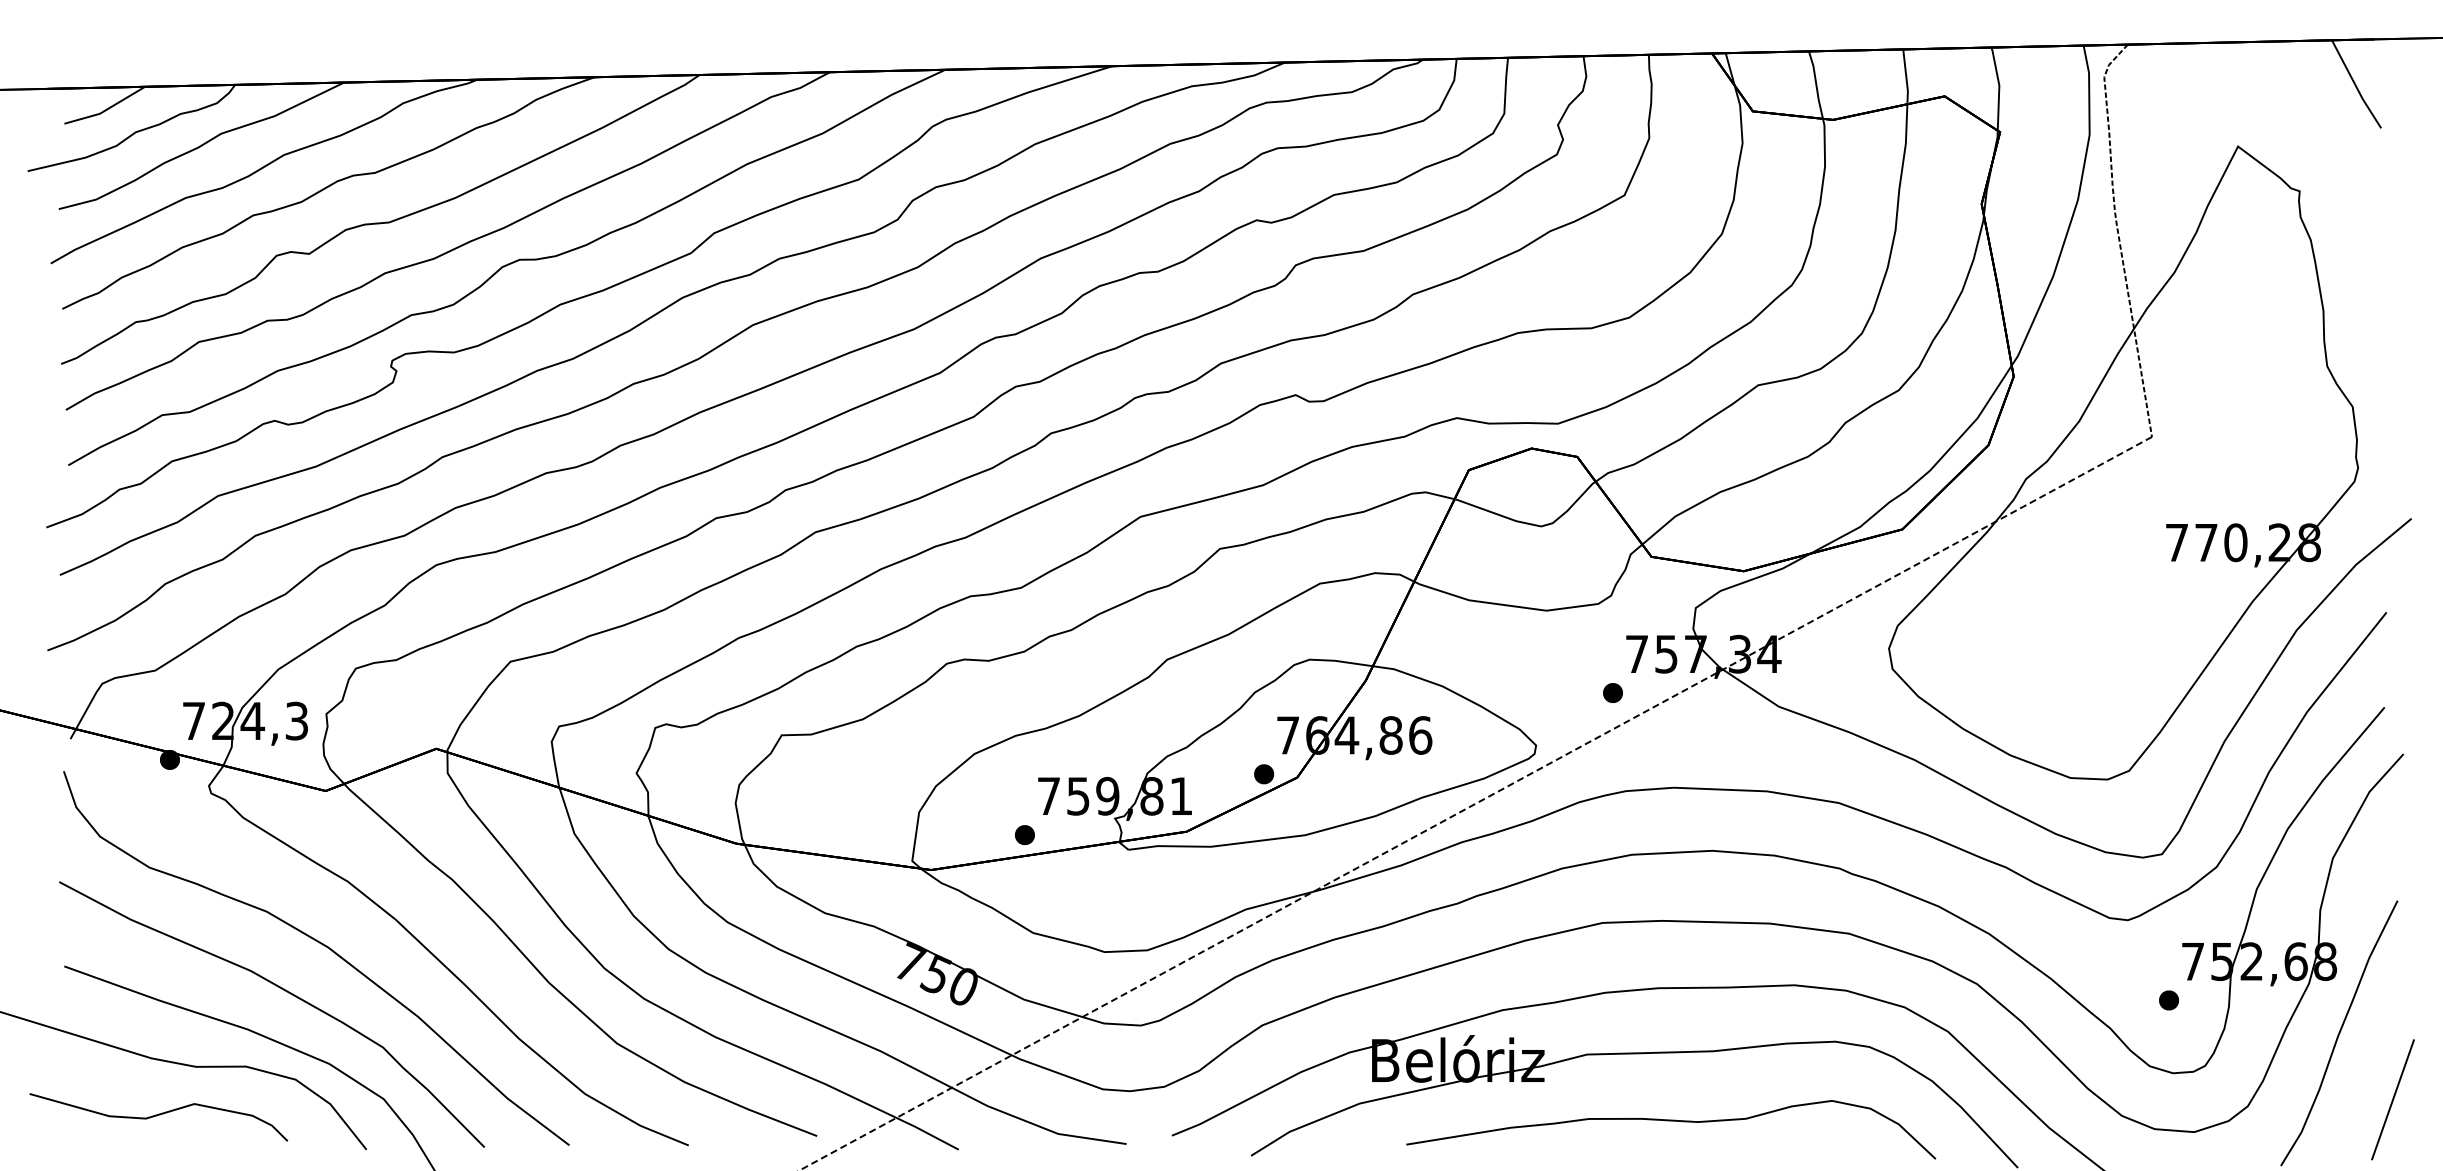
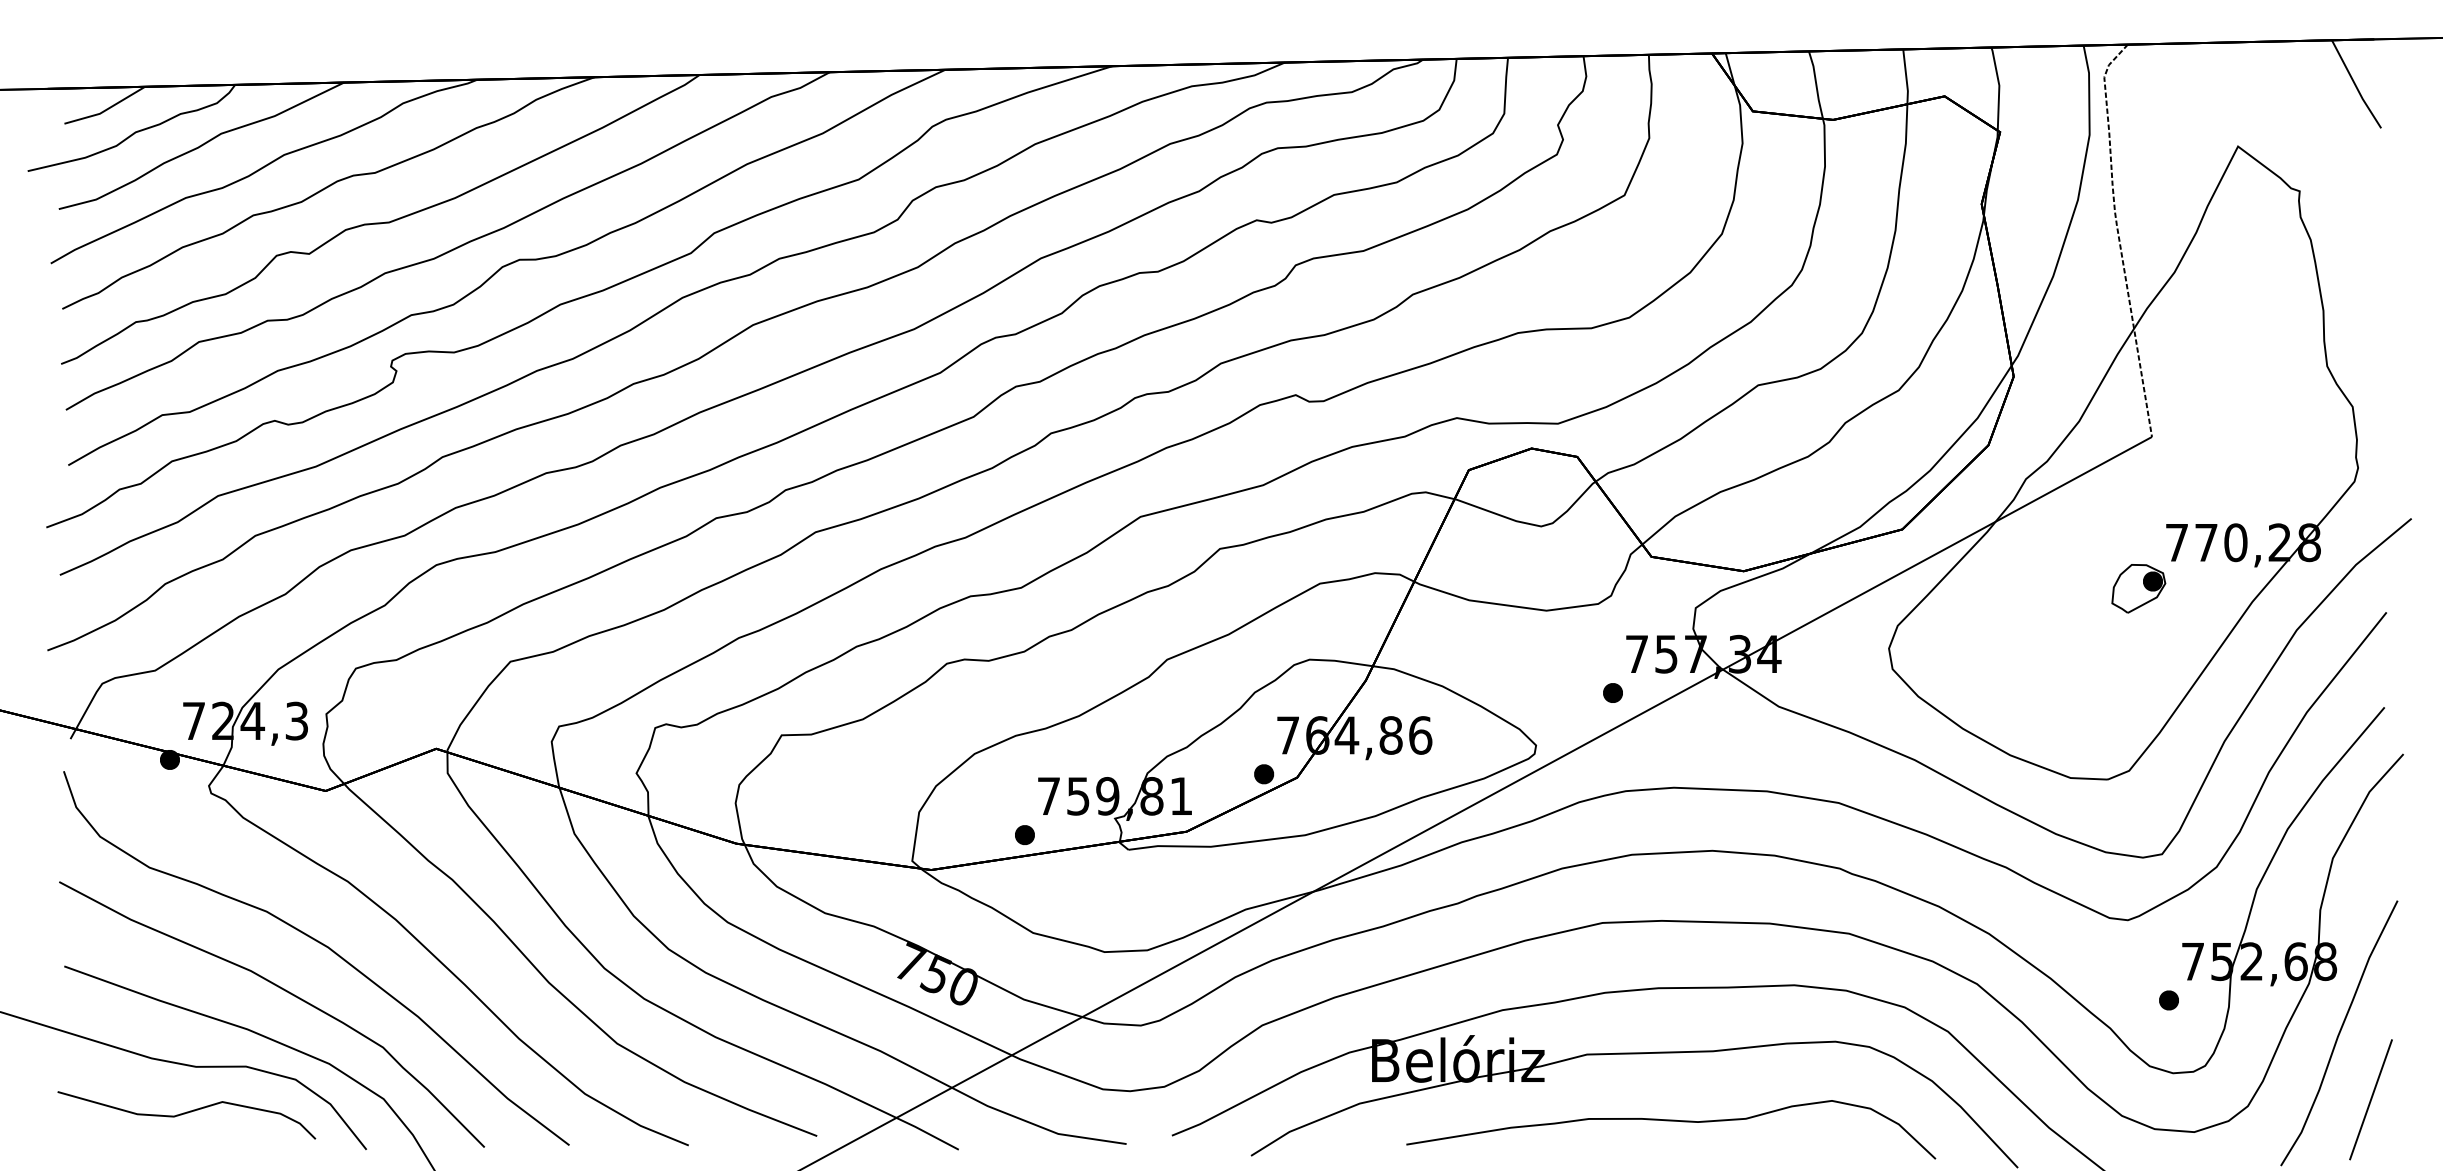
part at (2138, 588): none -> present
line at (1475, 803): dashed -> solid
line at (2392, 1099) position: (2392, 1099) -> (2370, 1099)
curve at (157, 1116) position: (157, 1116) -> (185, 1114)
